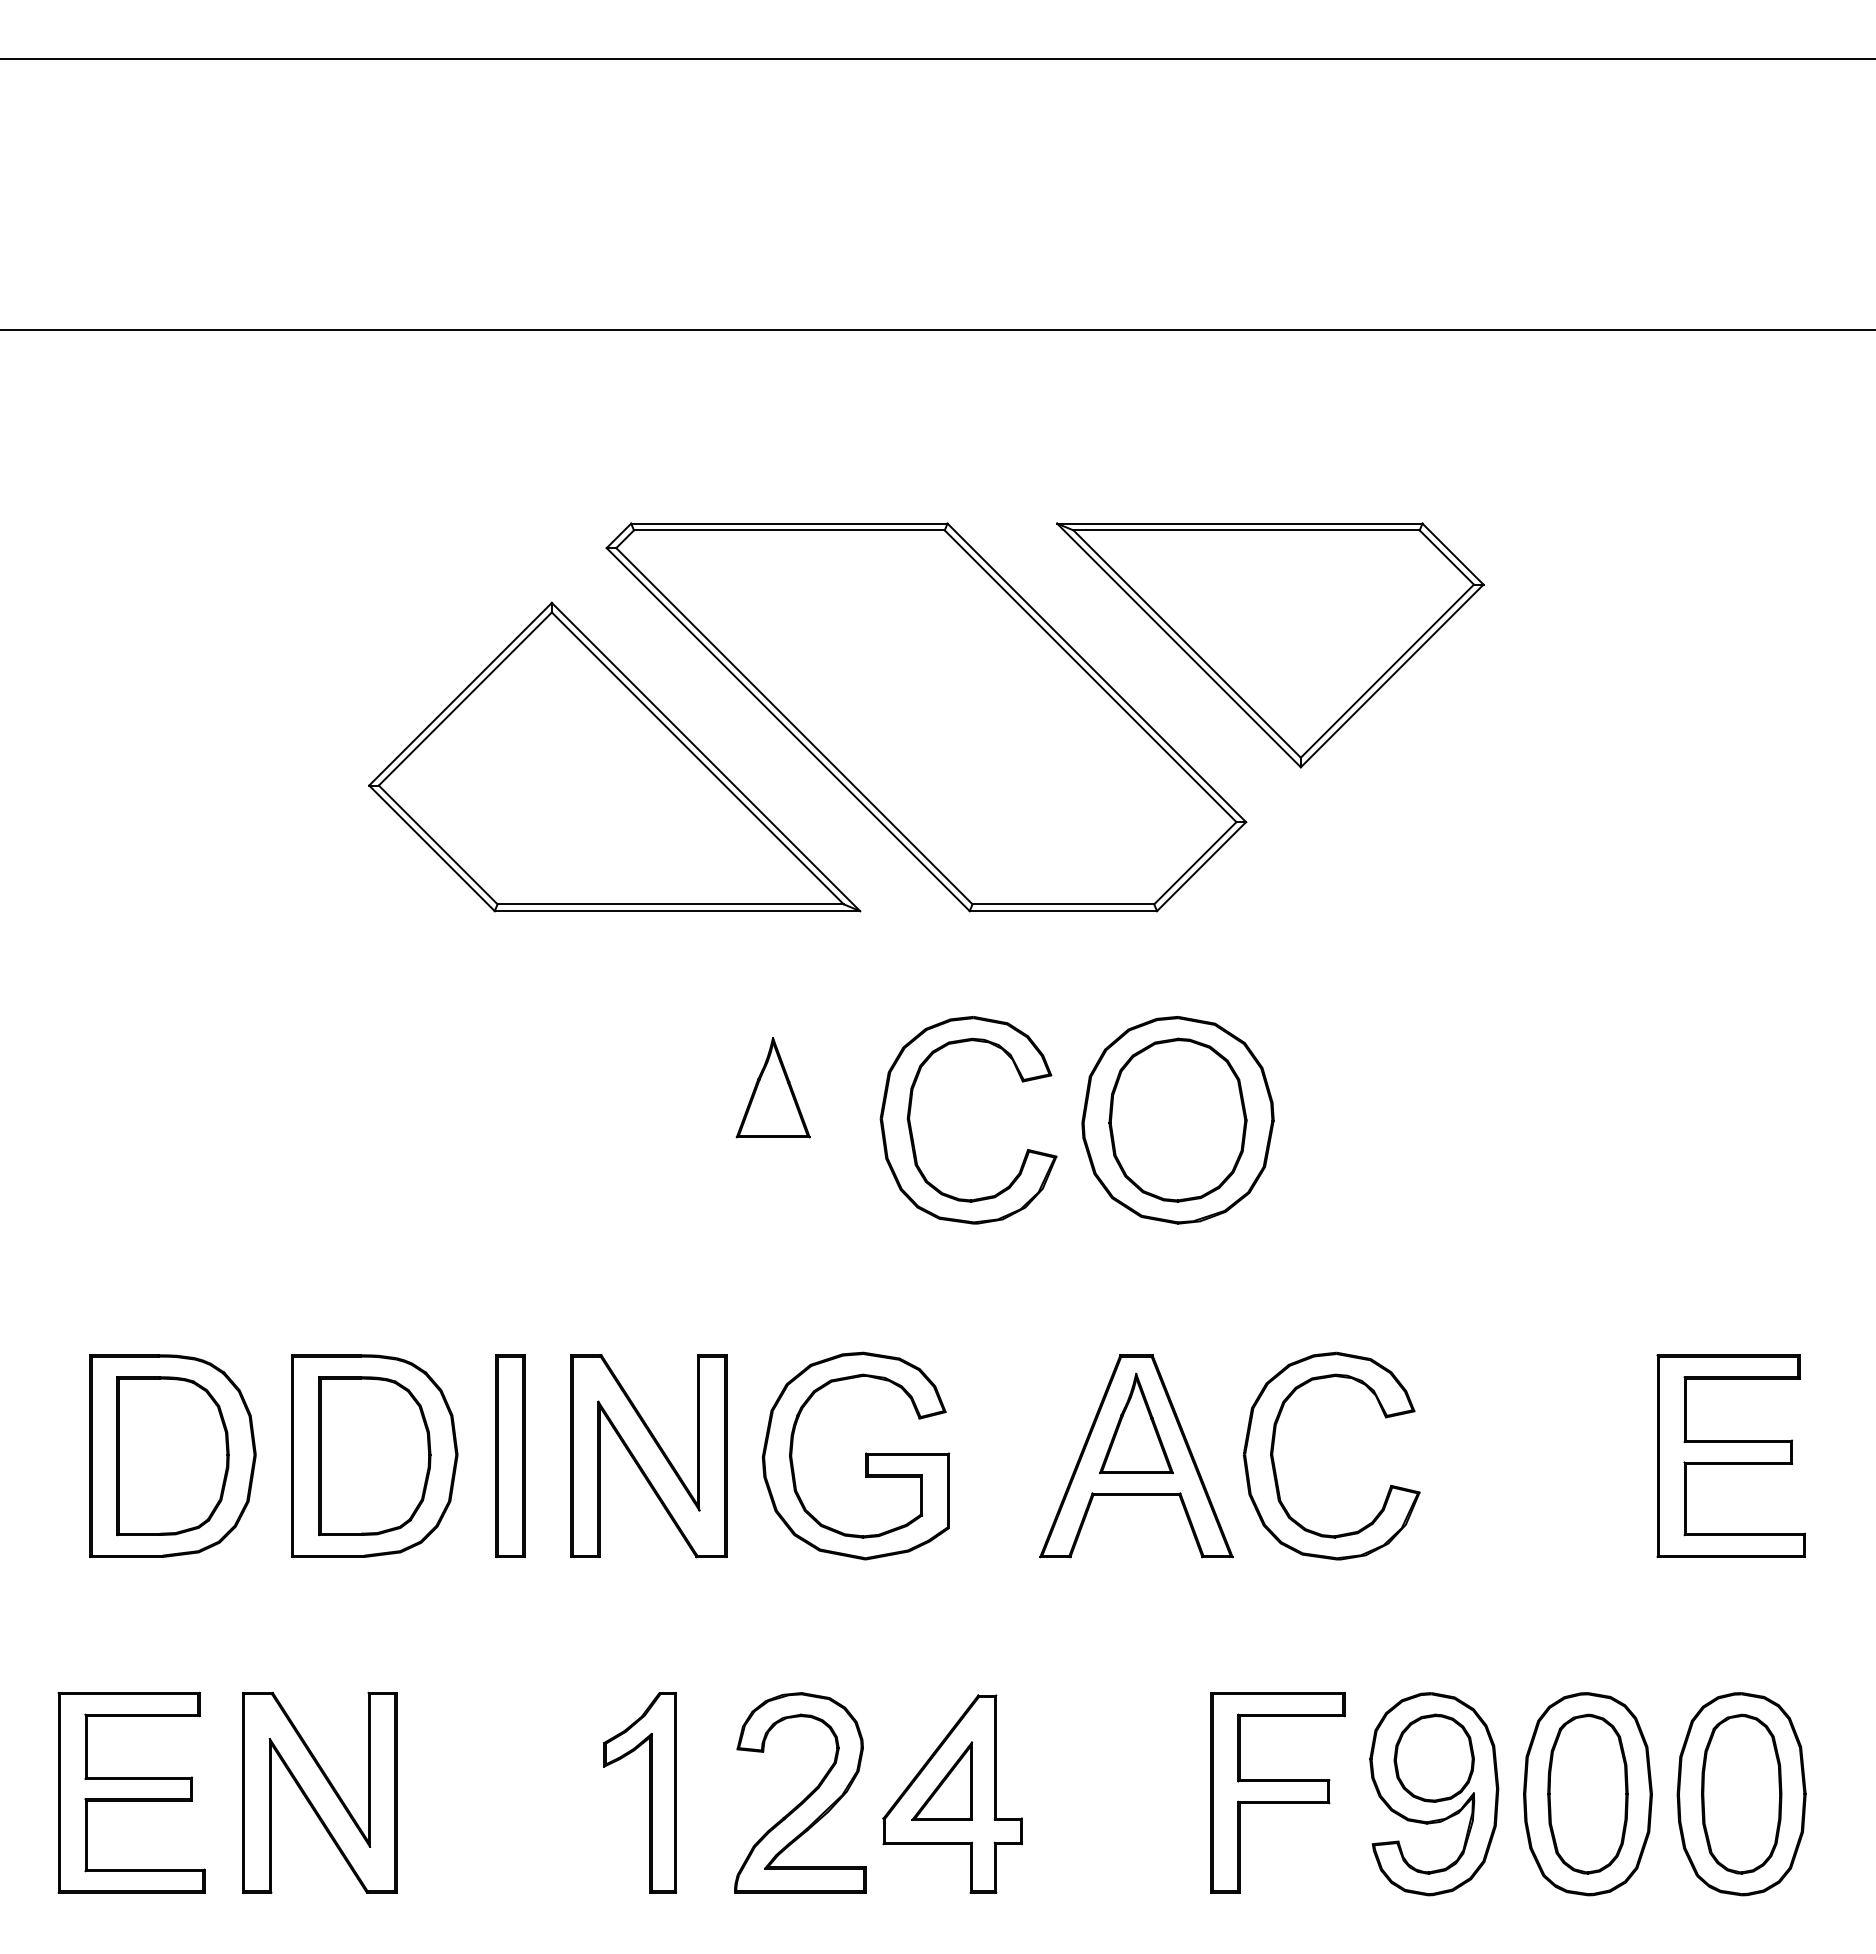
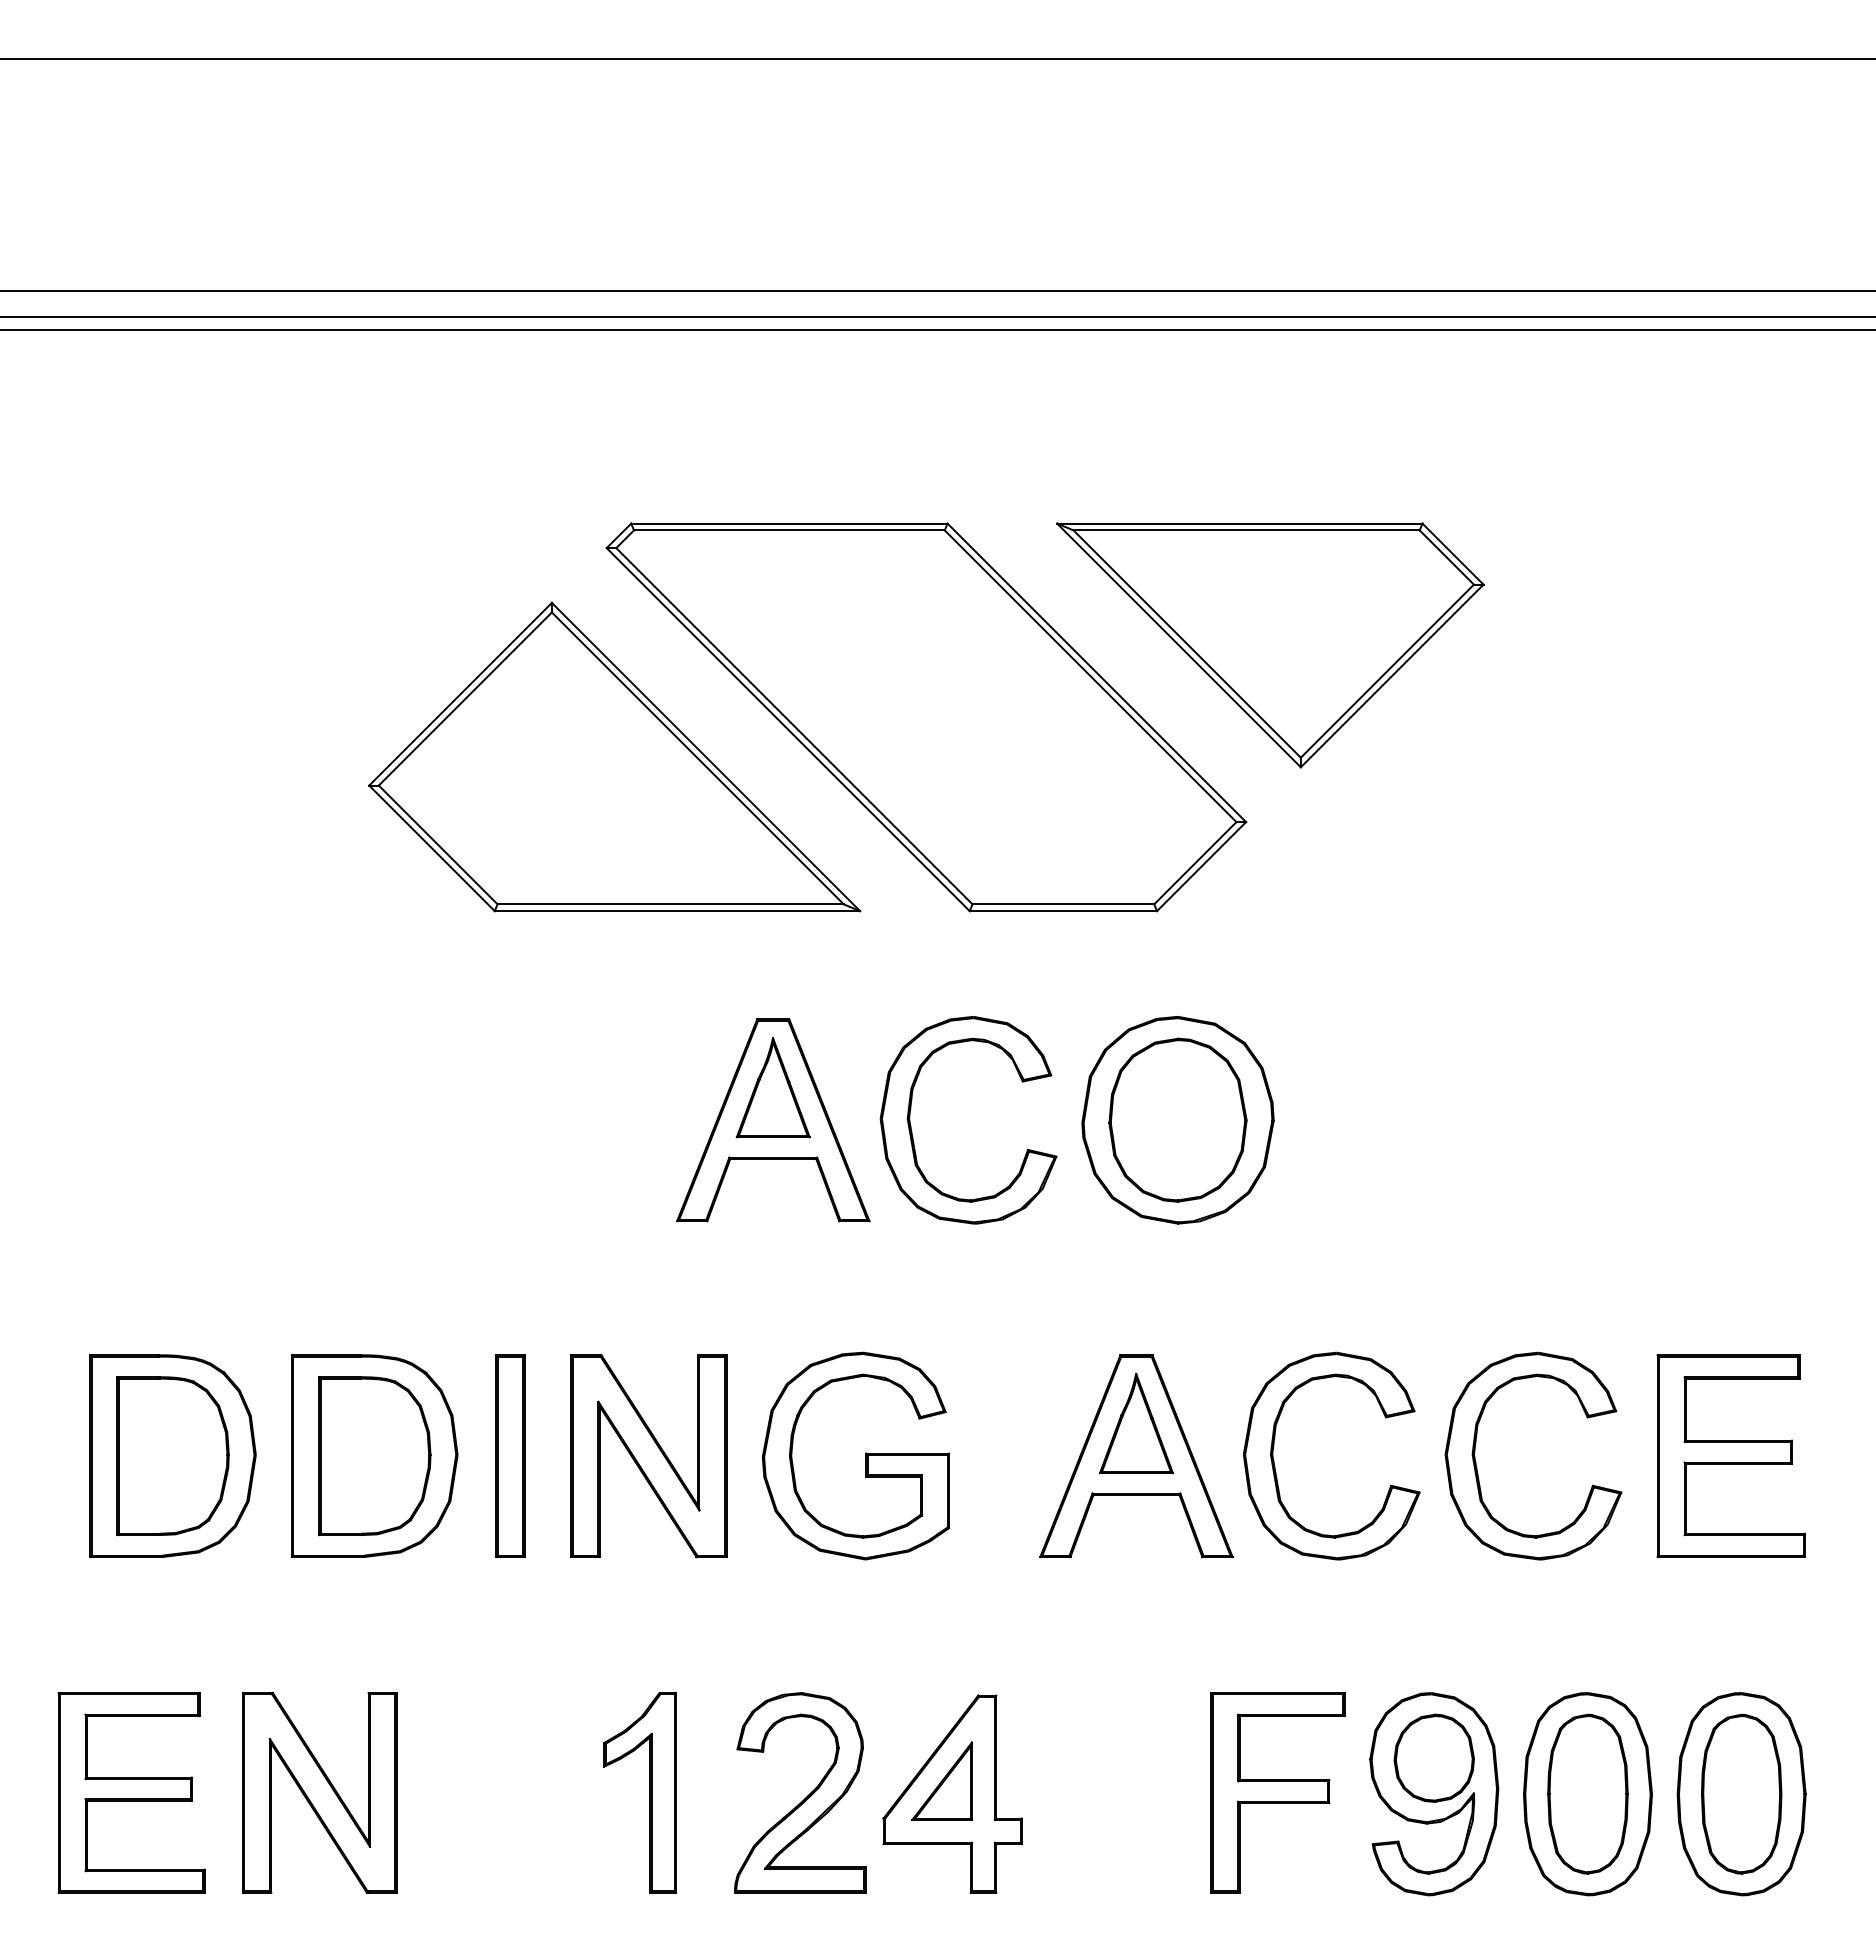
line at (937, 291): none -> present
line at (937, 316): none -> present
part at (773, 1120): none -> present
part at (1477, 1467): none -> present
